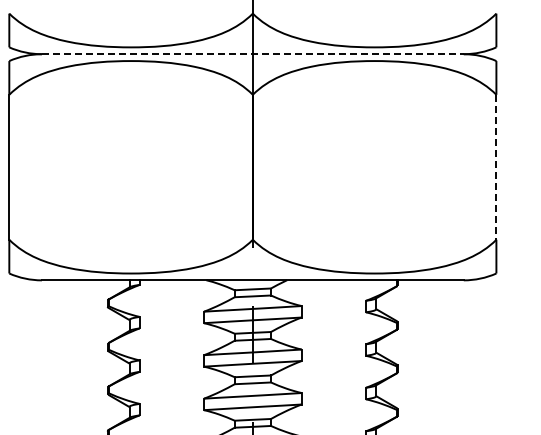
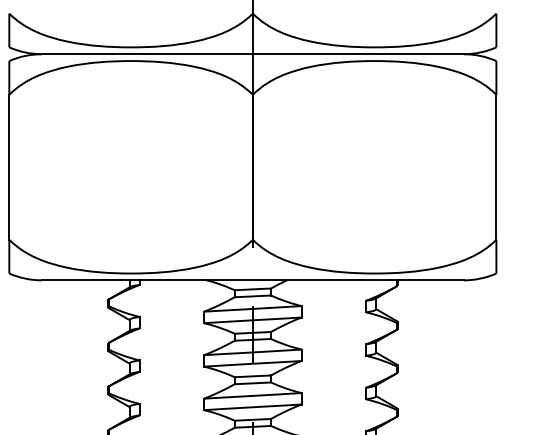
line at (252, 54): dashed -> solid
line at (496, 167): dashed -> solid
